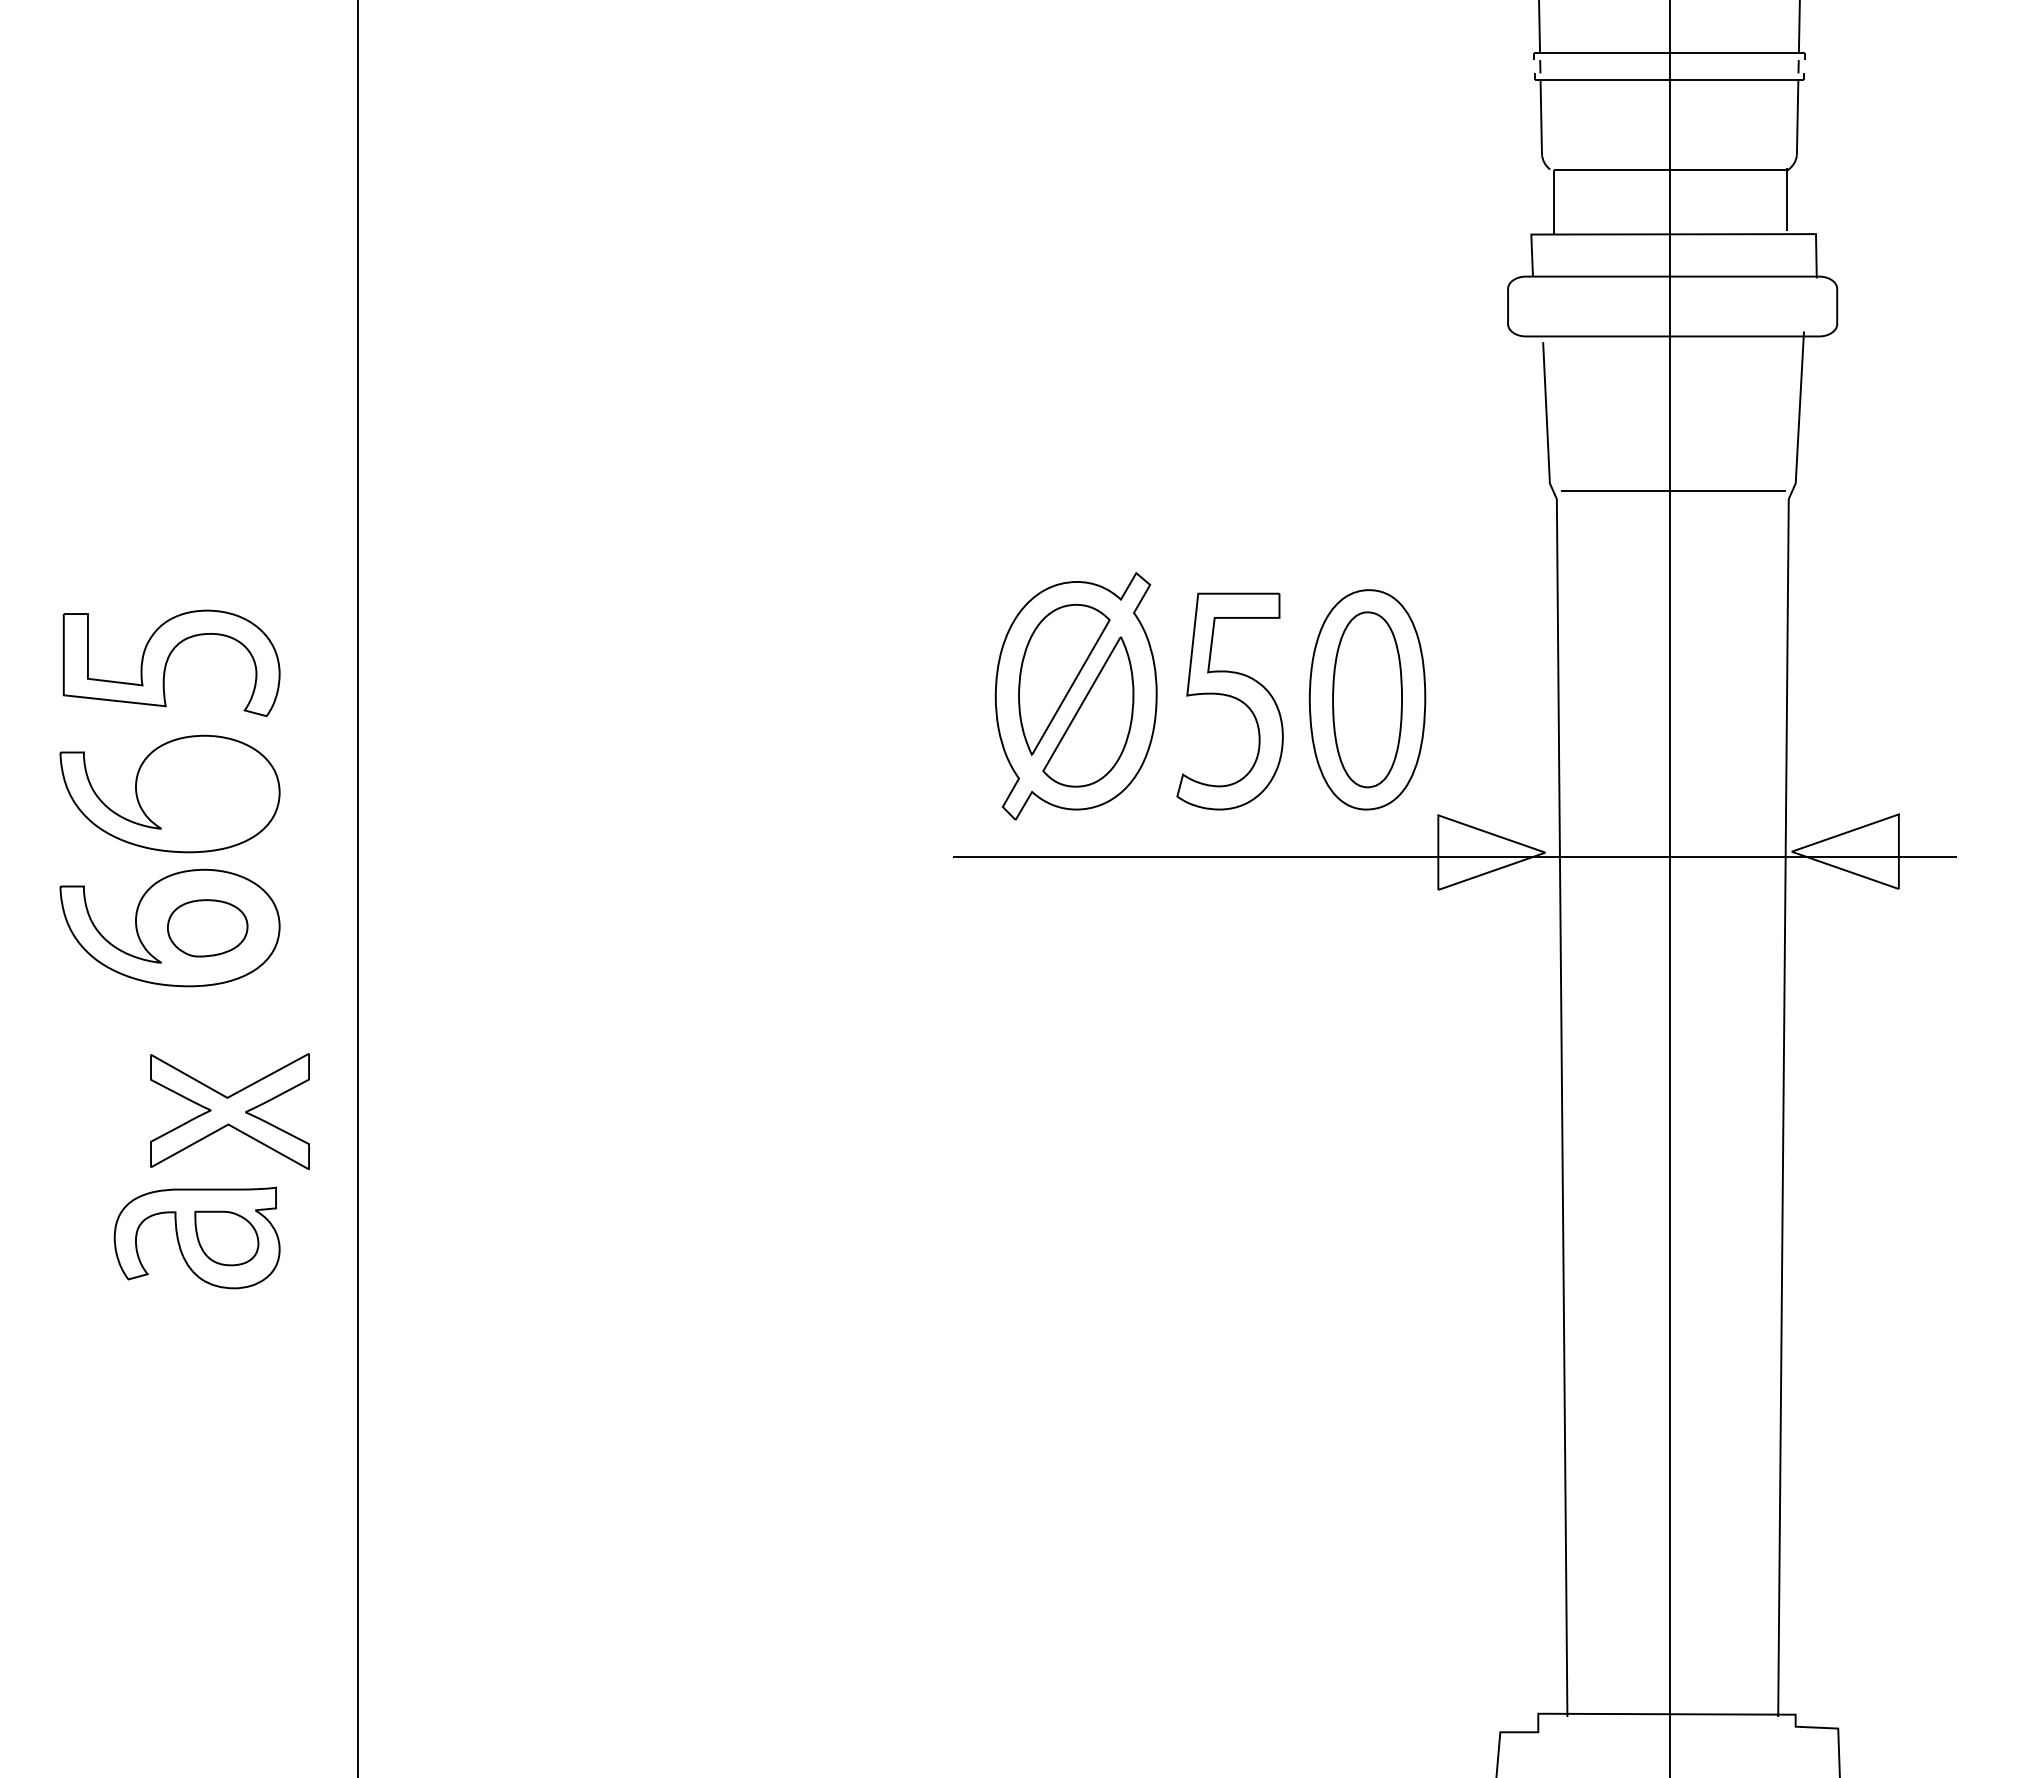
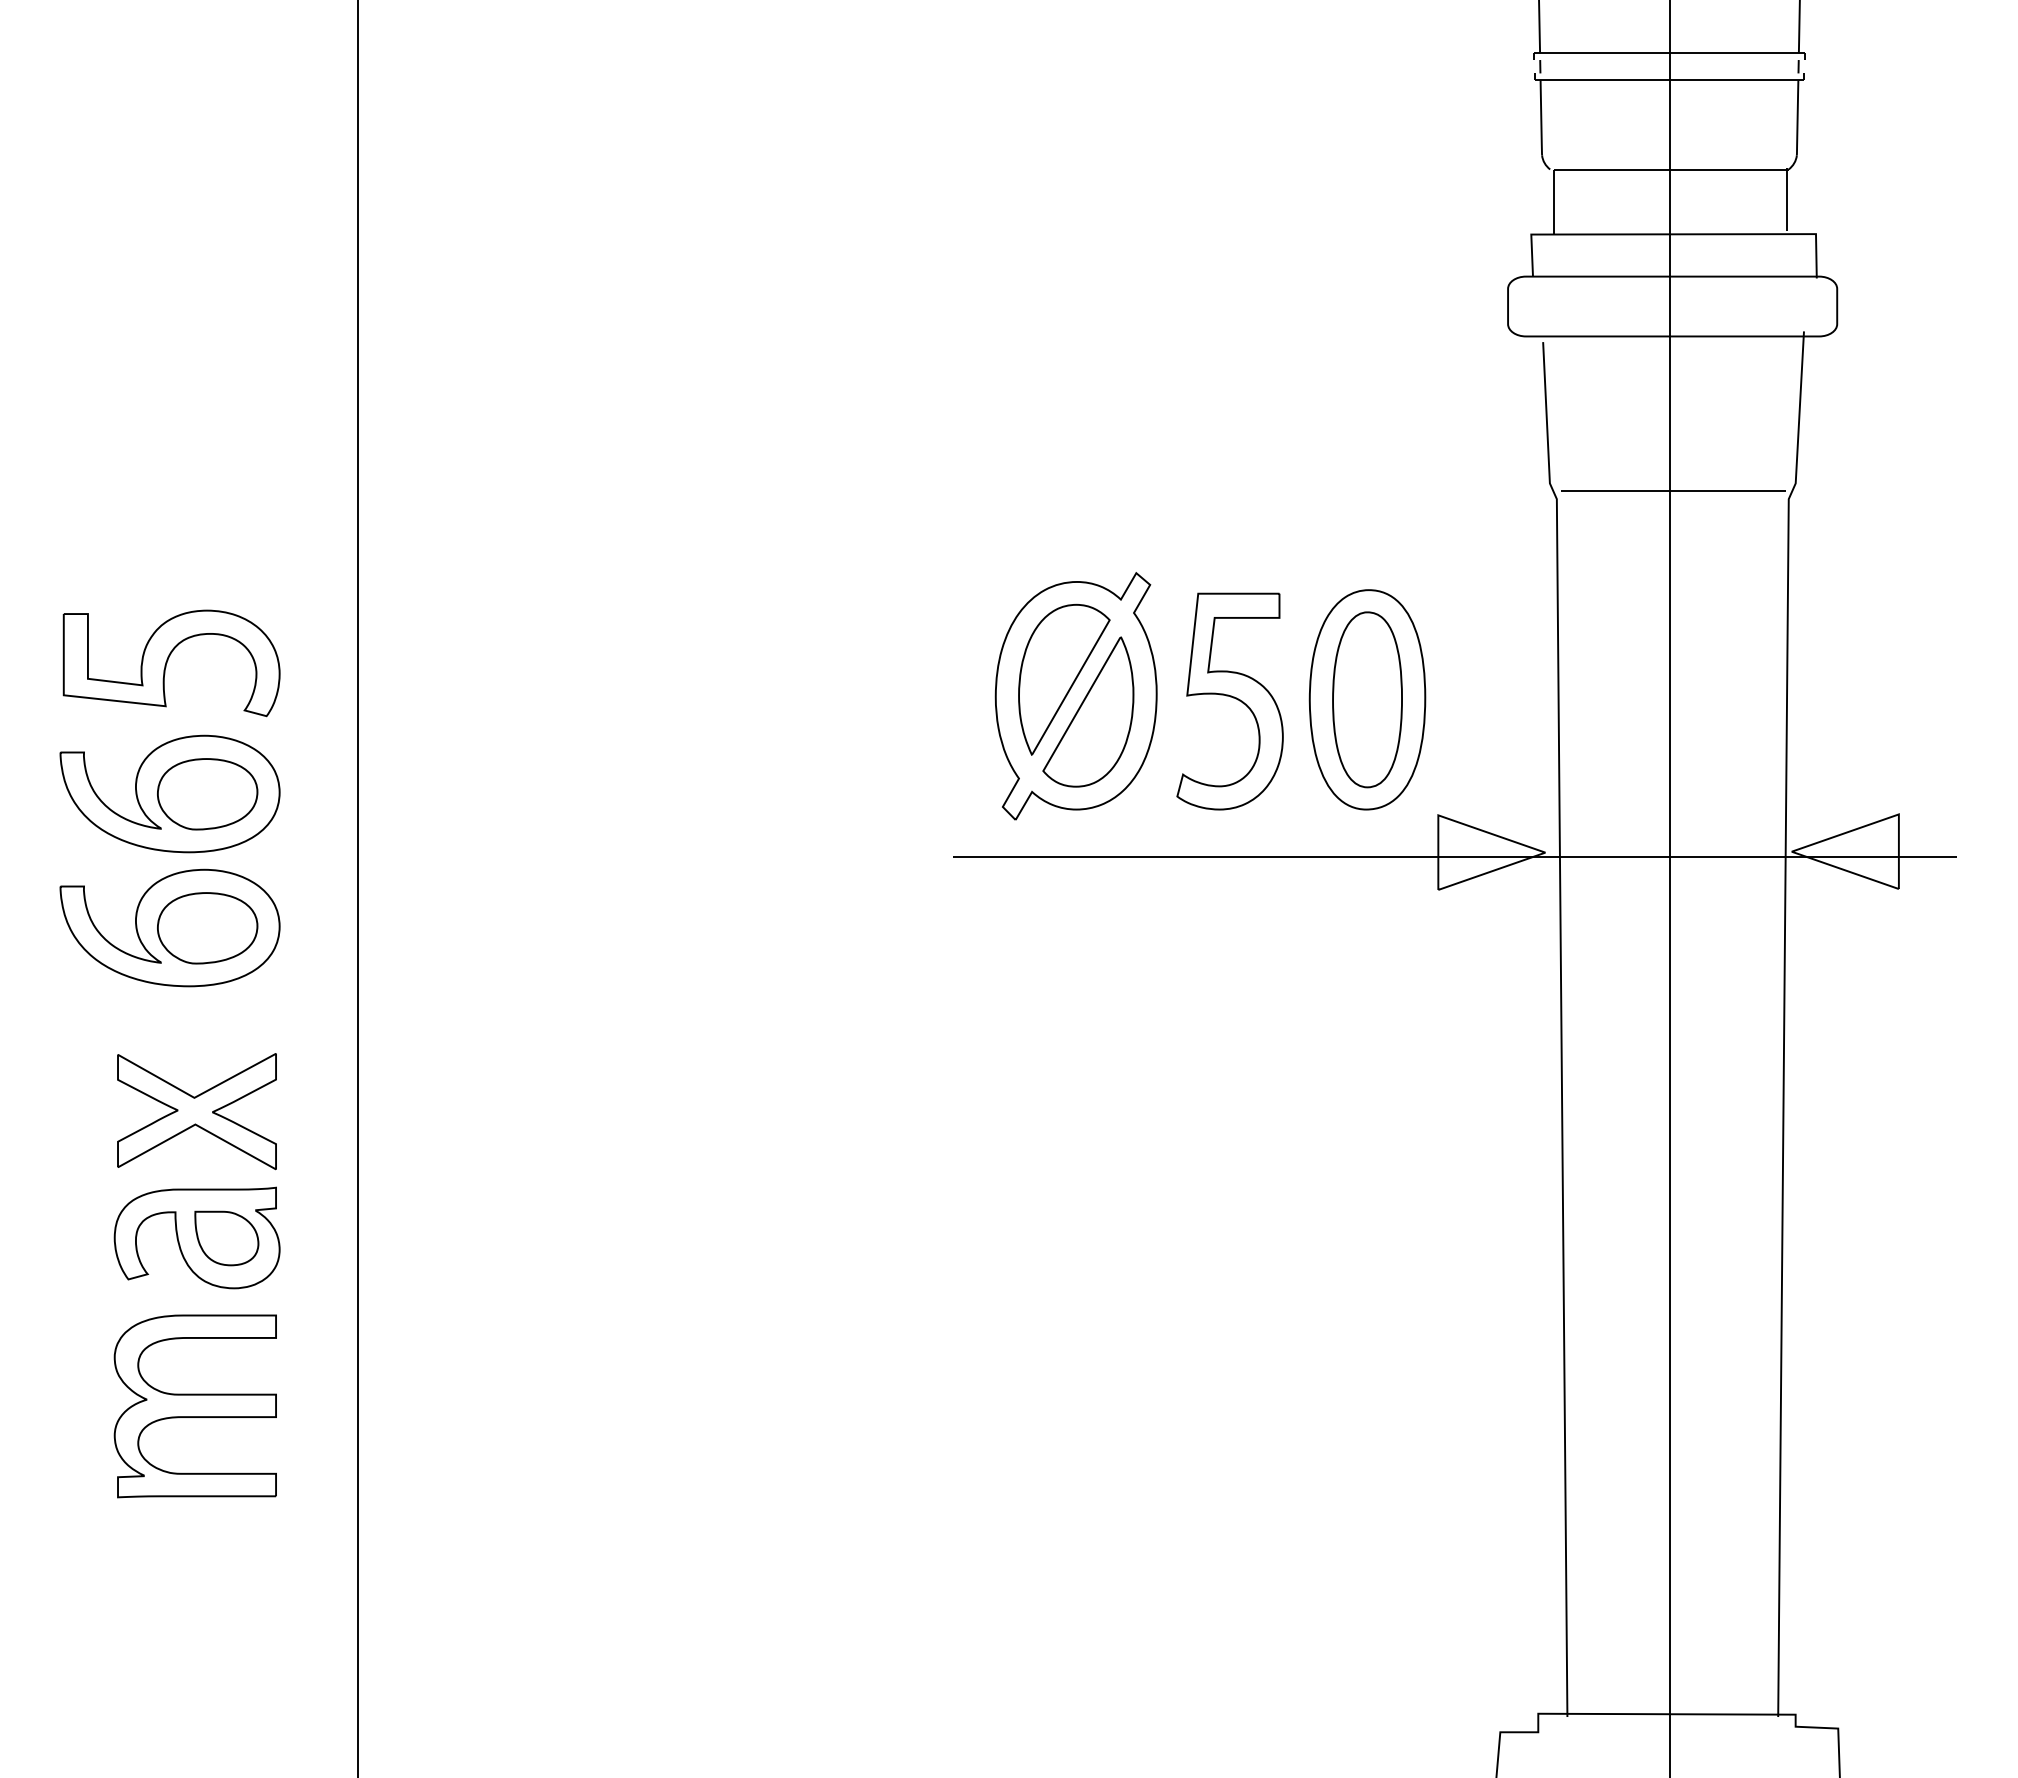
part at (207, 794): none -> present
part at (207, 928) size: 82x59 px -> 102x73 px
part at (229, 1111) position: (229, 1111) -> (196, 1111)
part at (194, 1406): none -> present
